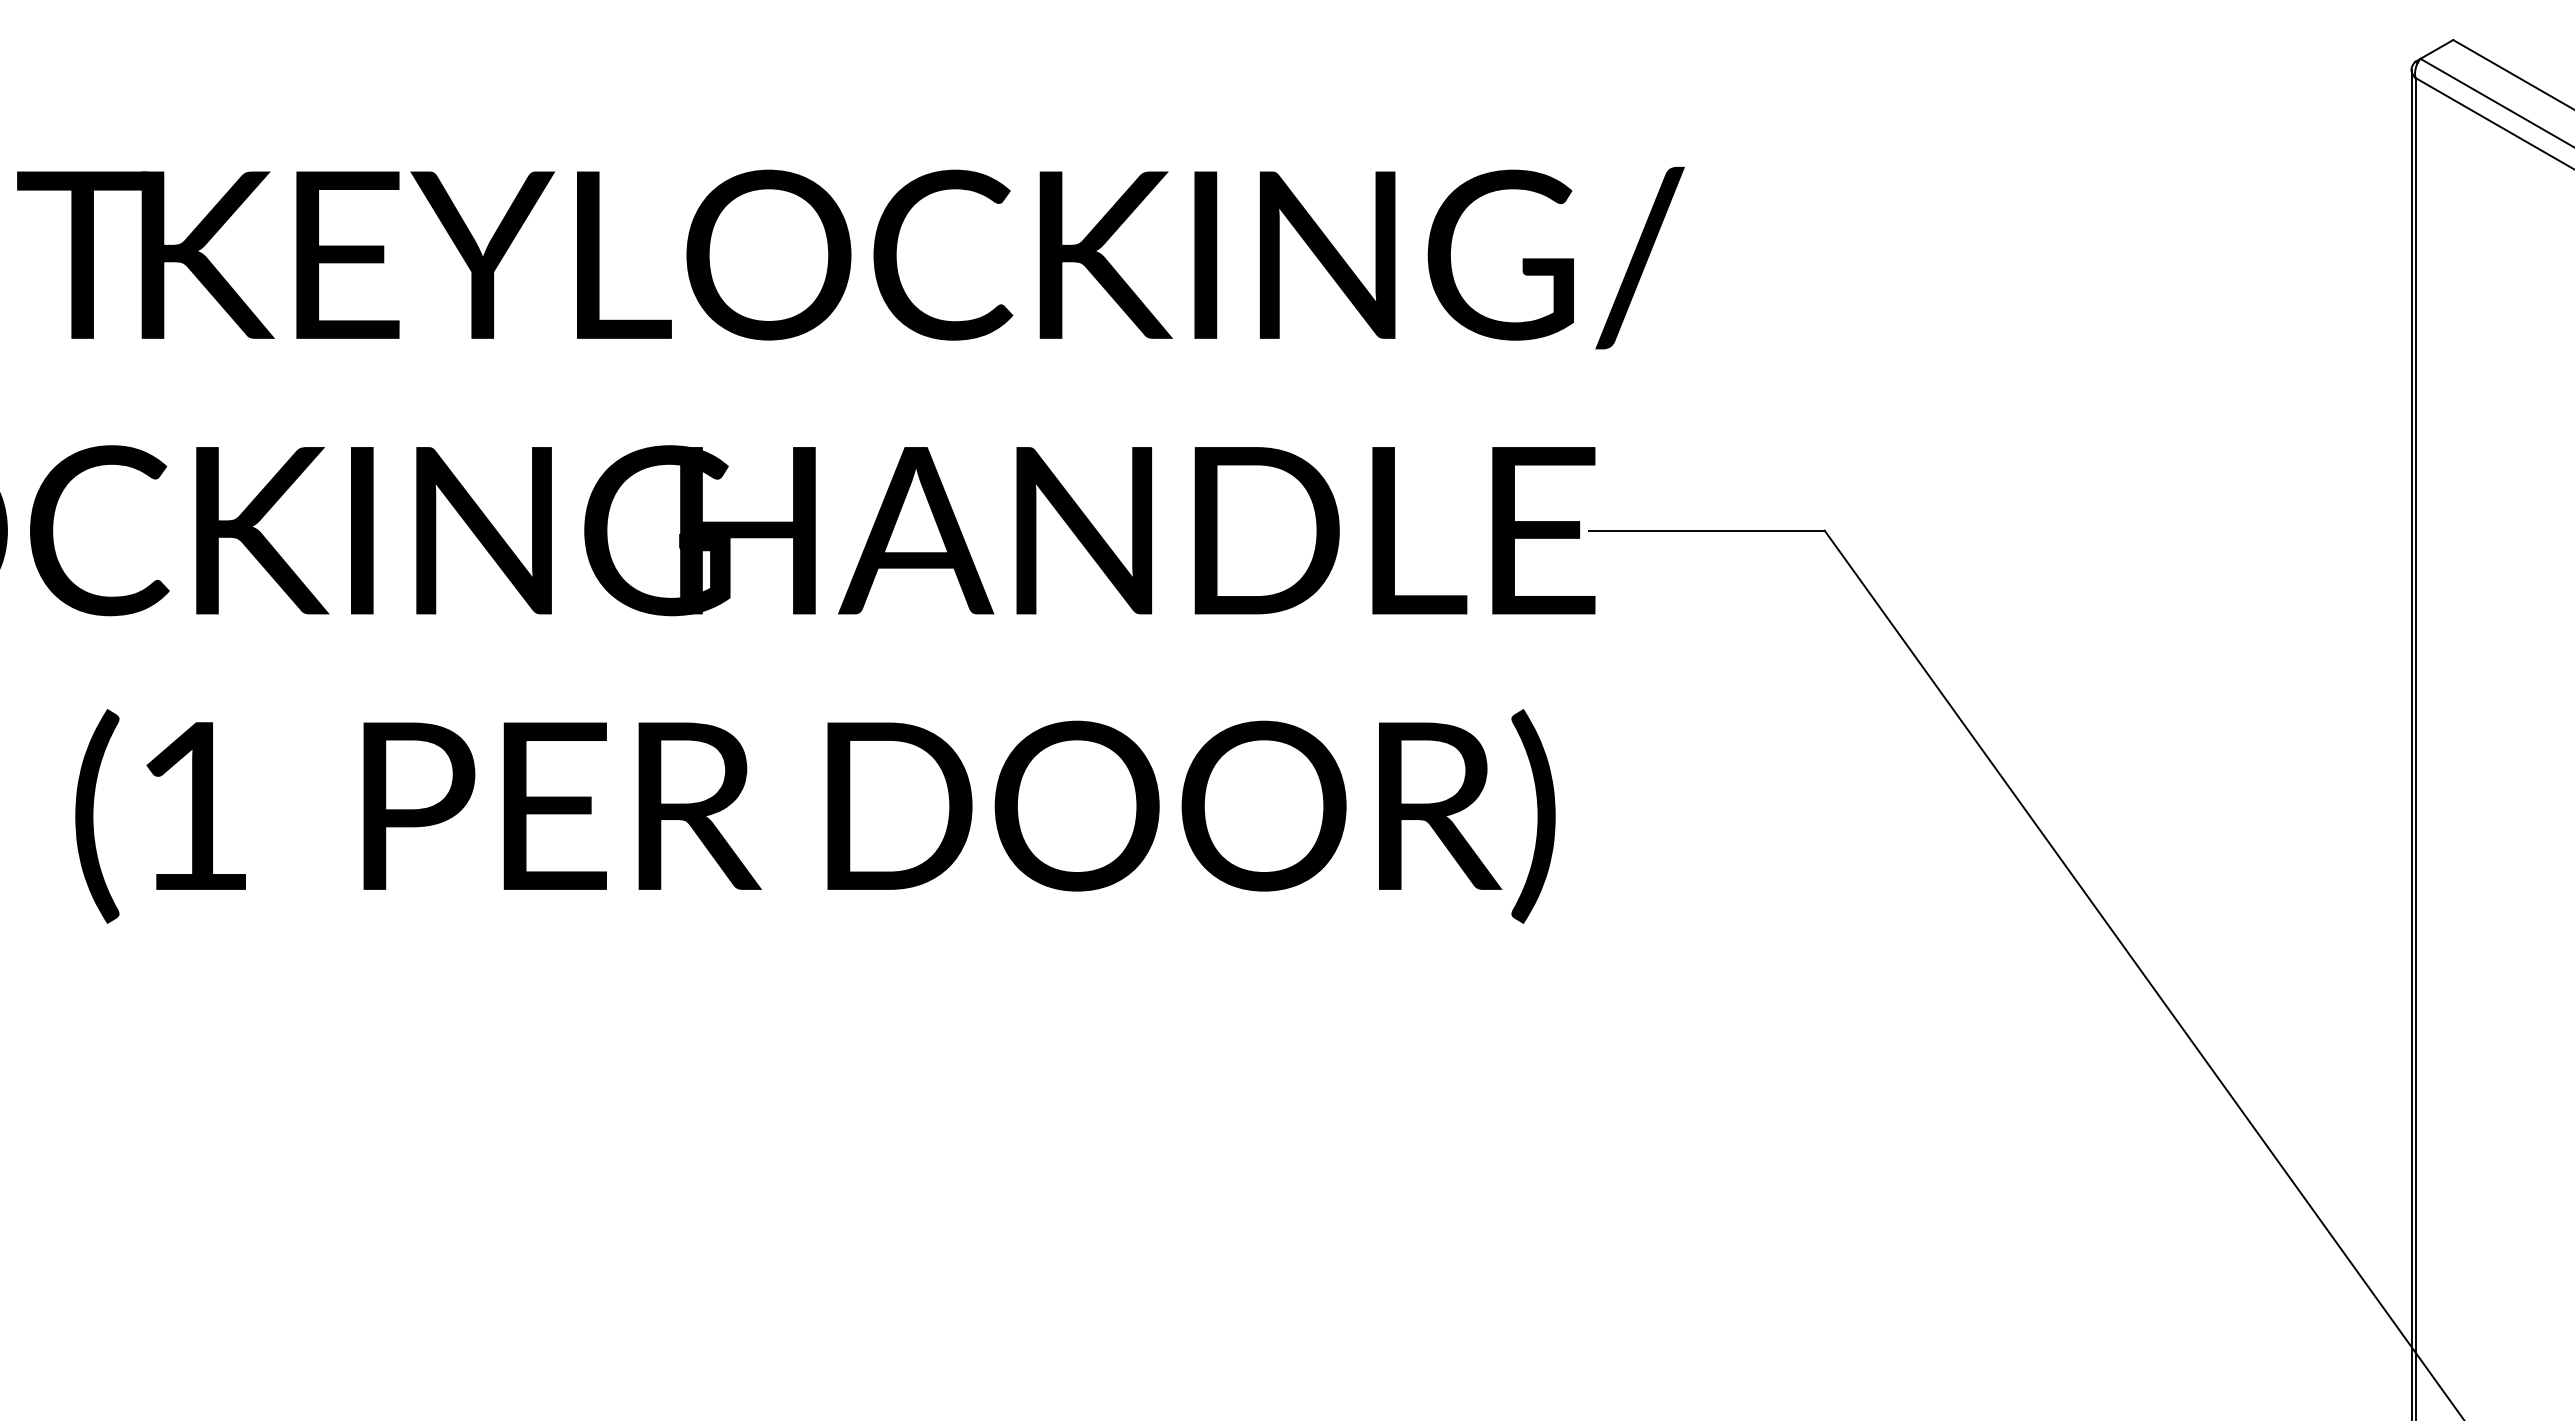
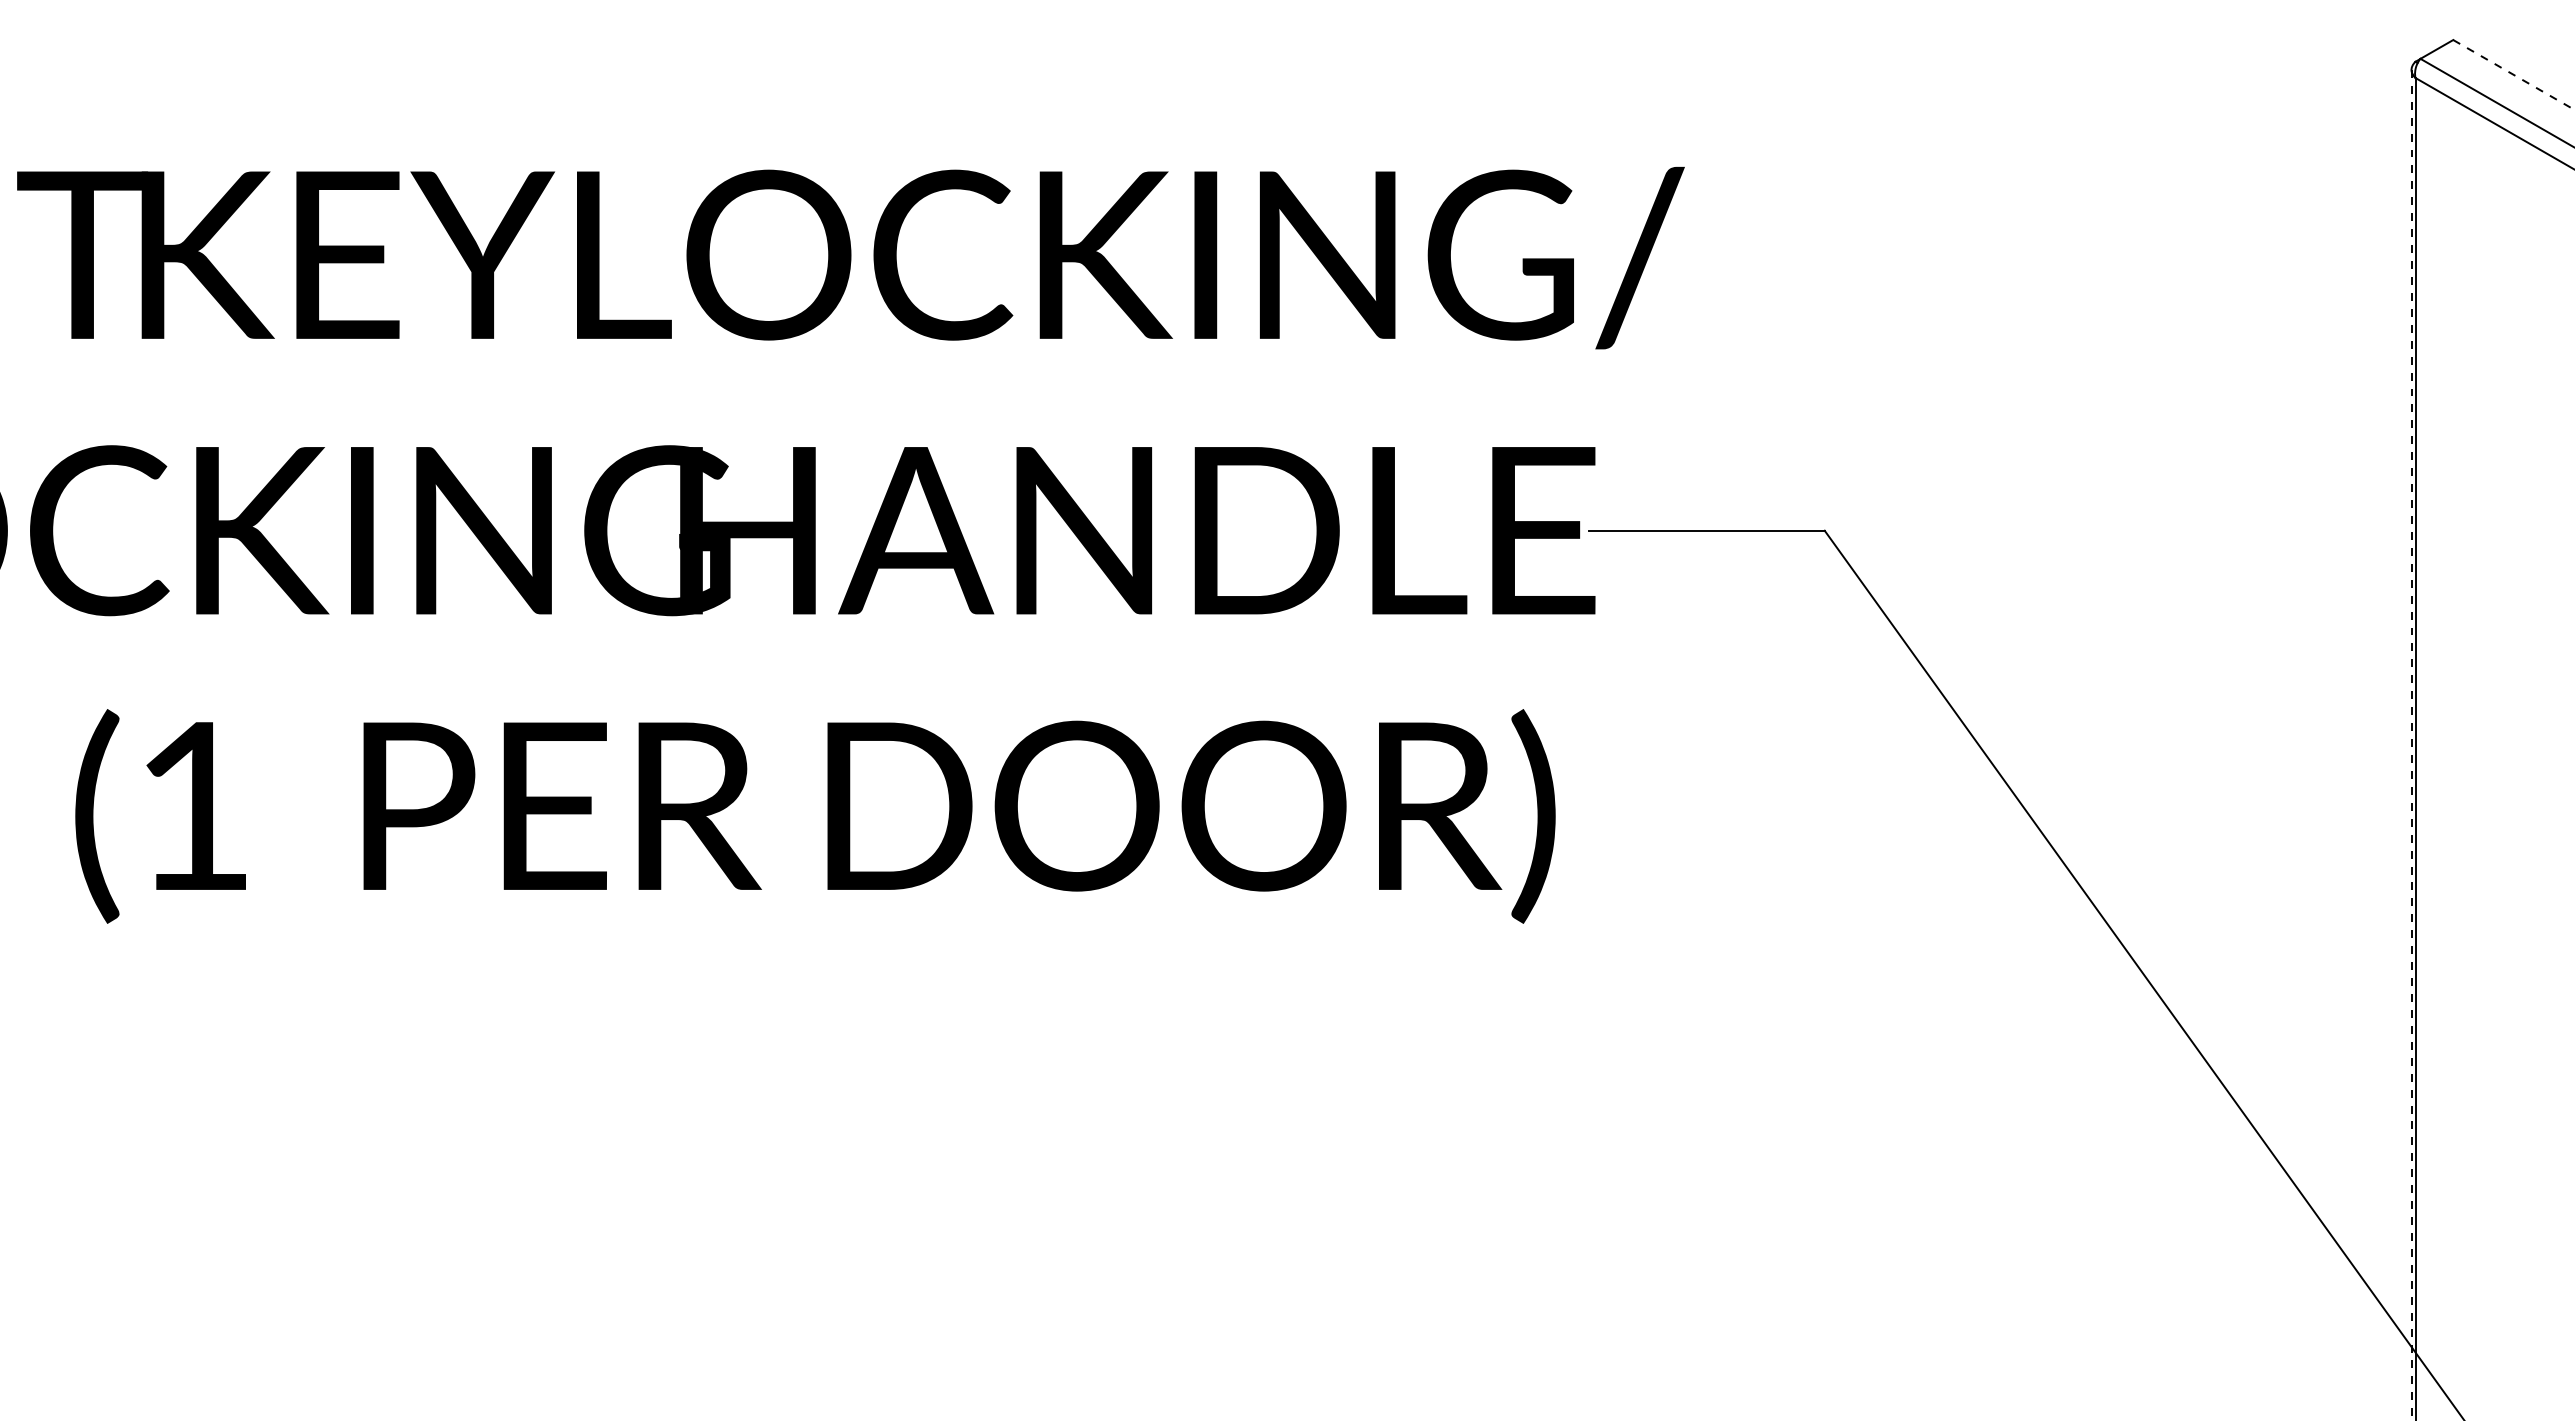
line at (2513, 74): solid -> dashed
line at (2411, 745): solid -> dashed
